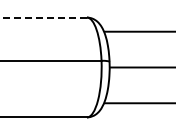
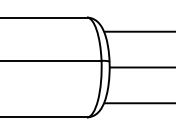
line at (43, 17): dashed -> solid
